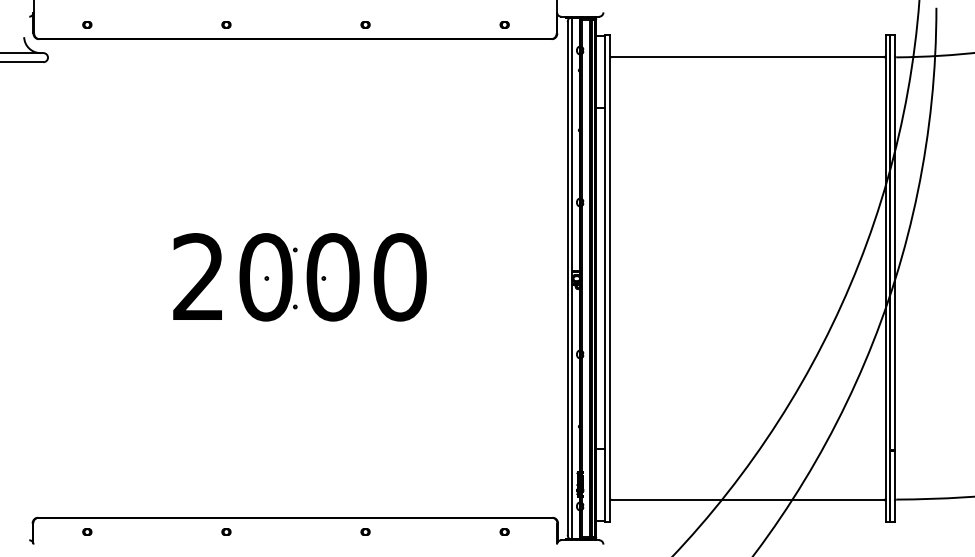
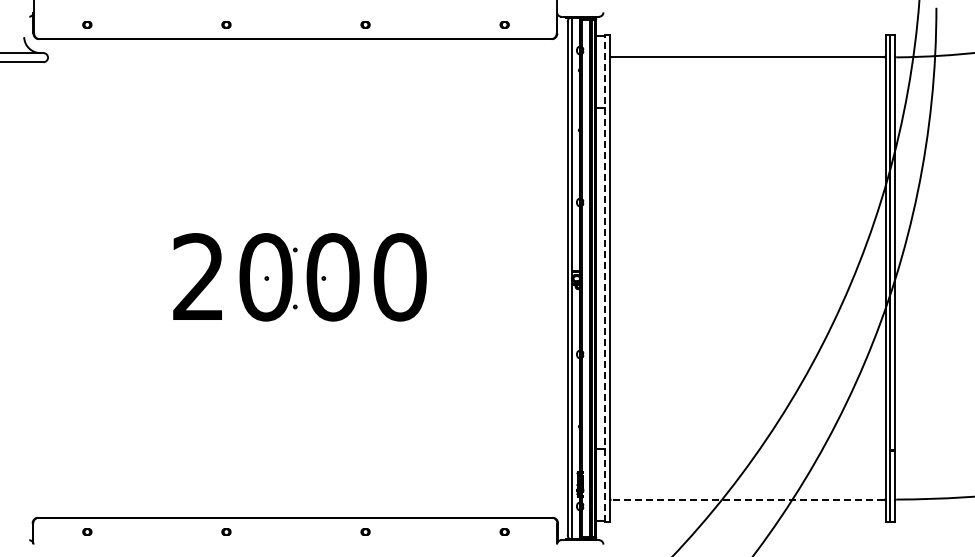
line at (605, 278): solid -> dashed
line at (747, 499): solid -> dashed
